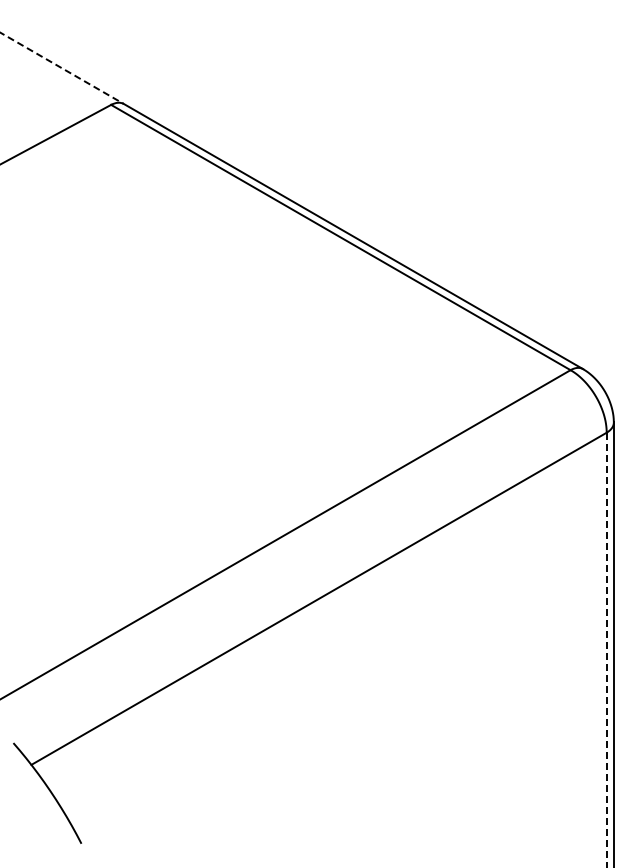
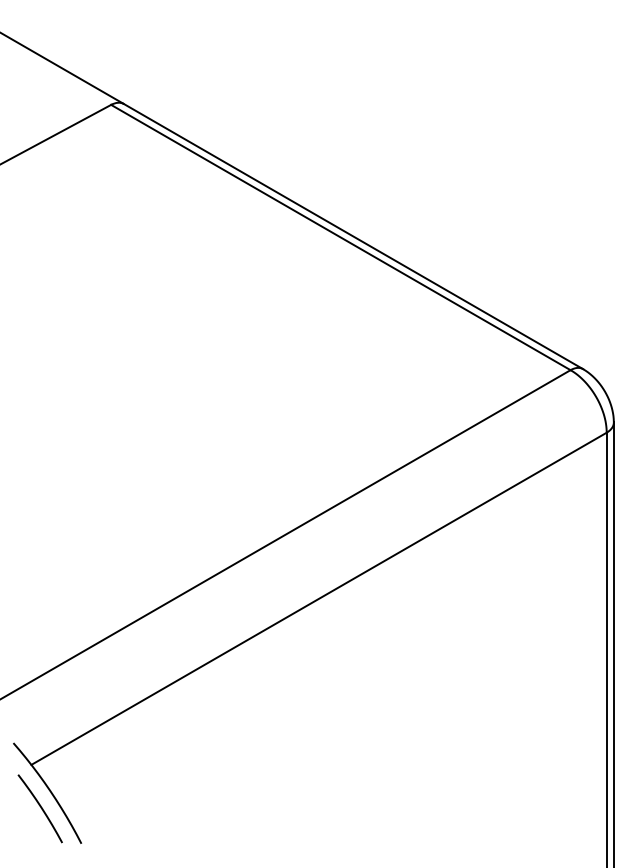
line at (62, 68): dashed -> solid
line at (606, 650): dashed -> solid
curve at (40, 808): none -> present
